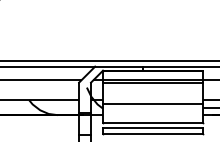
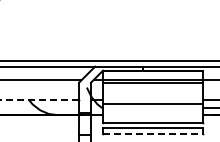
line at (40, 100): solid -> dashed
line at (153, 134): solid -> dashed
